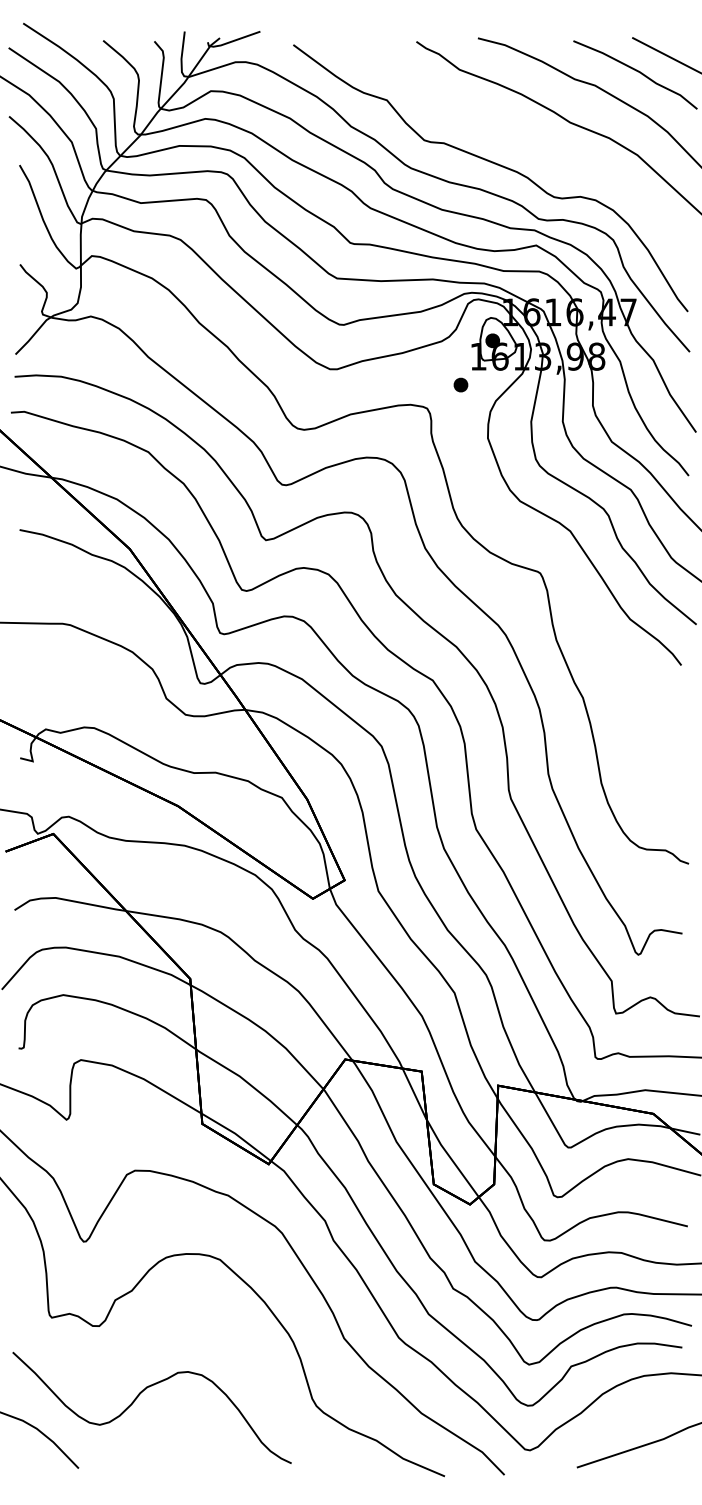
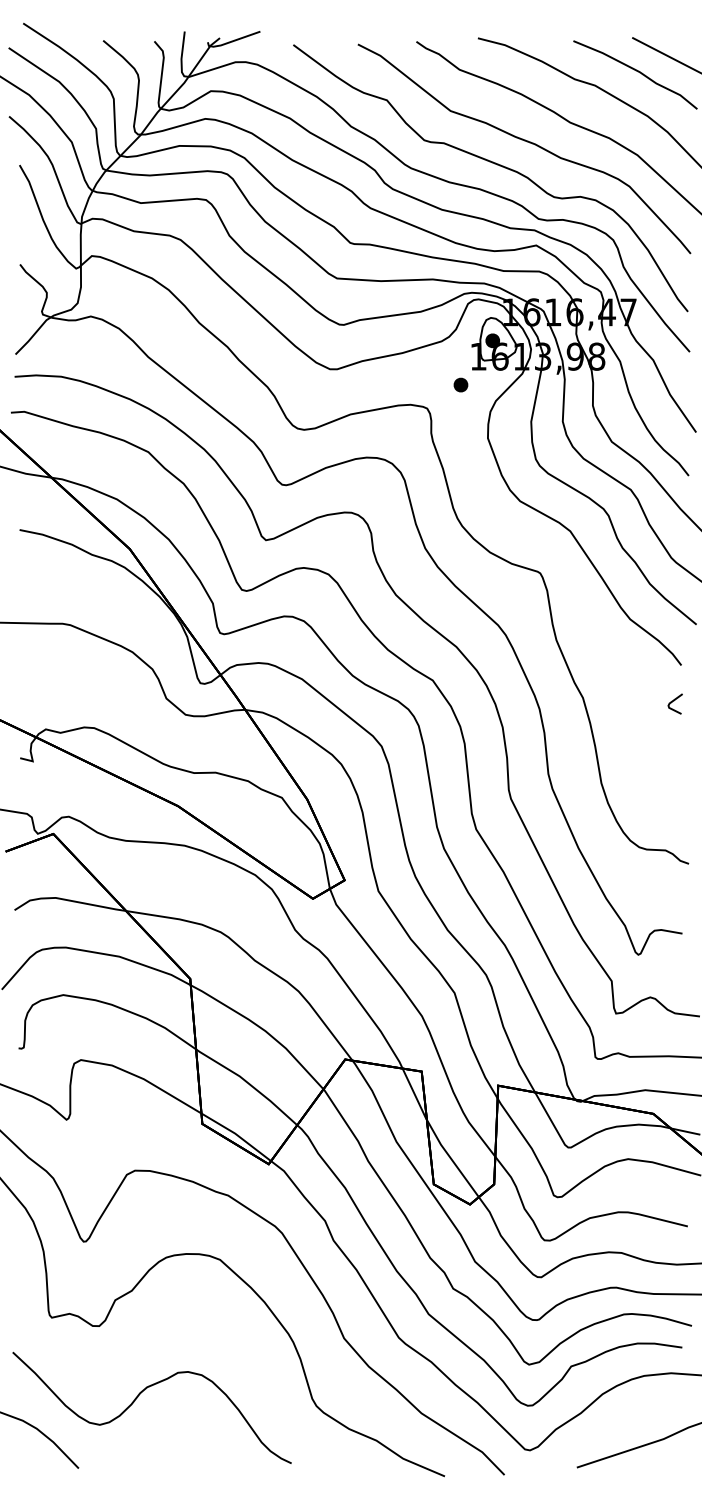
curve at (527, 142): none -> present
line at (674, 701): none -> present
